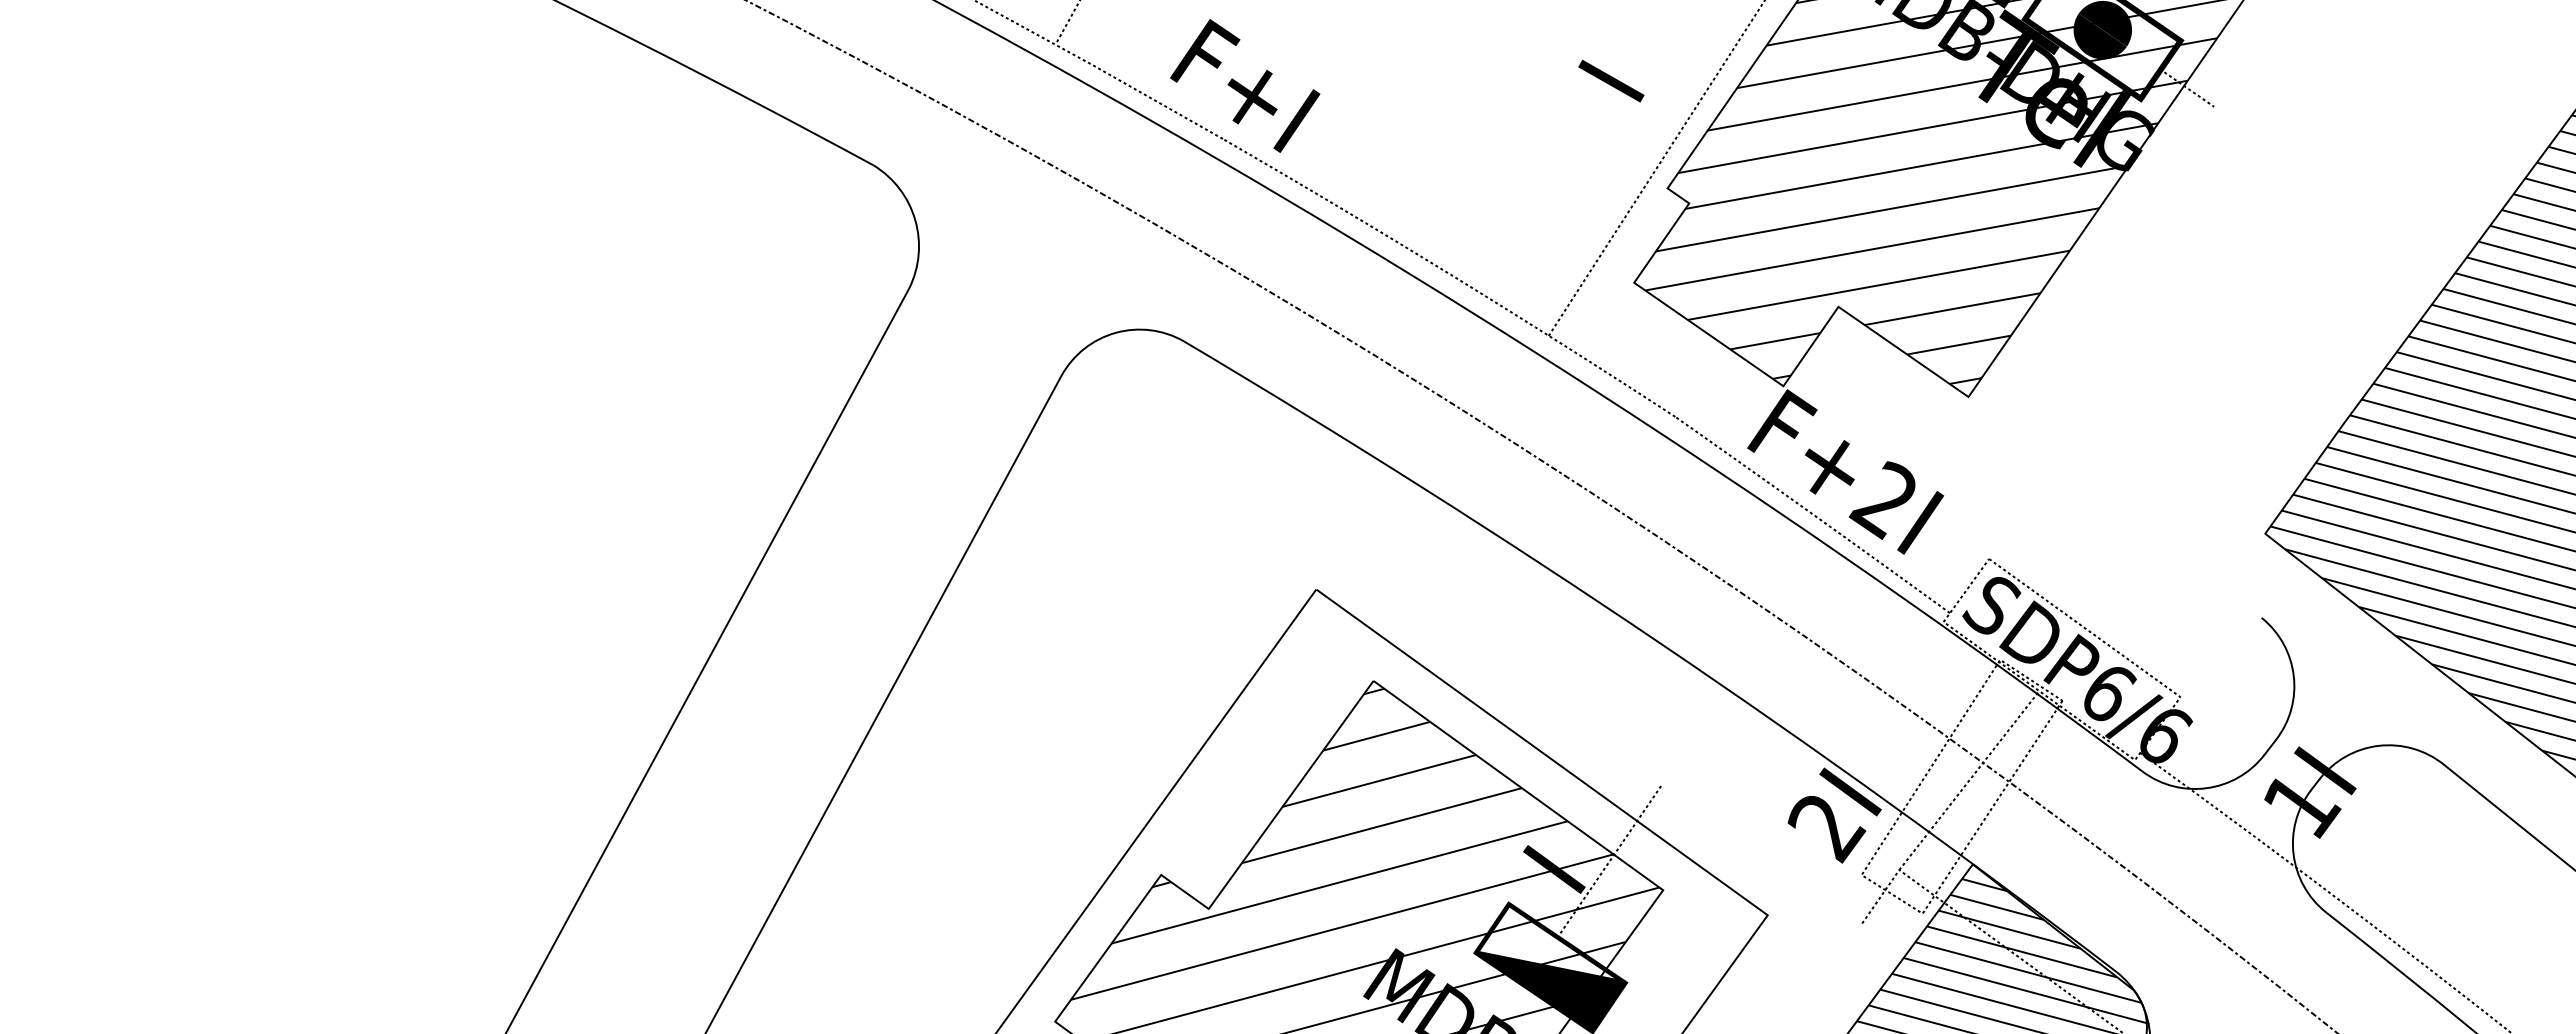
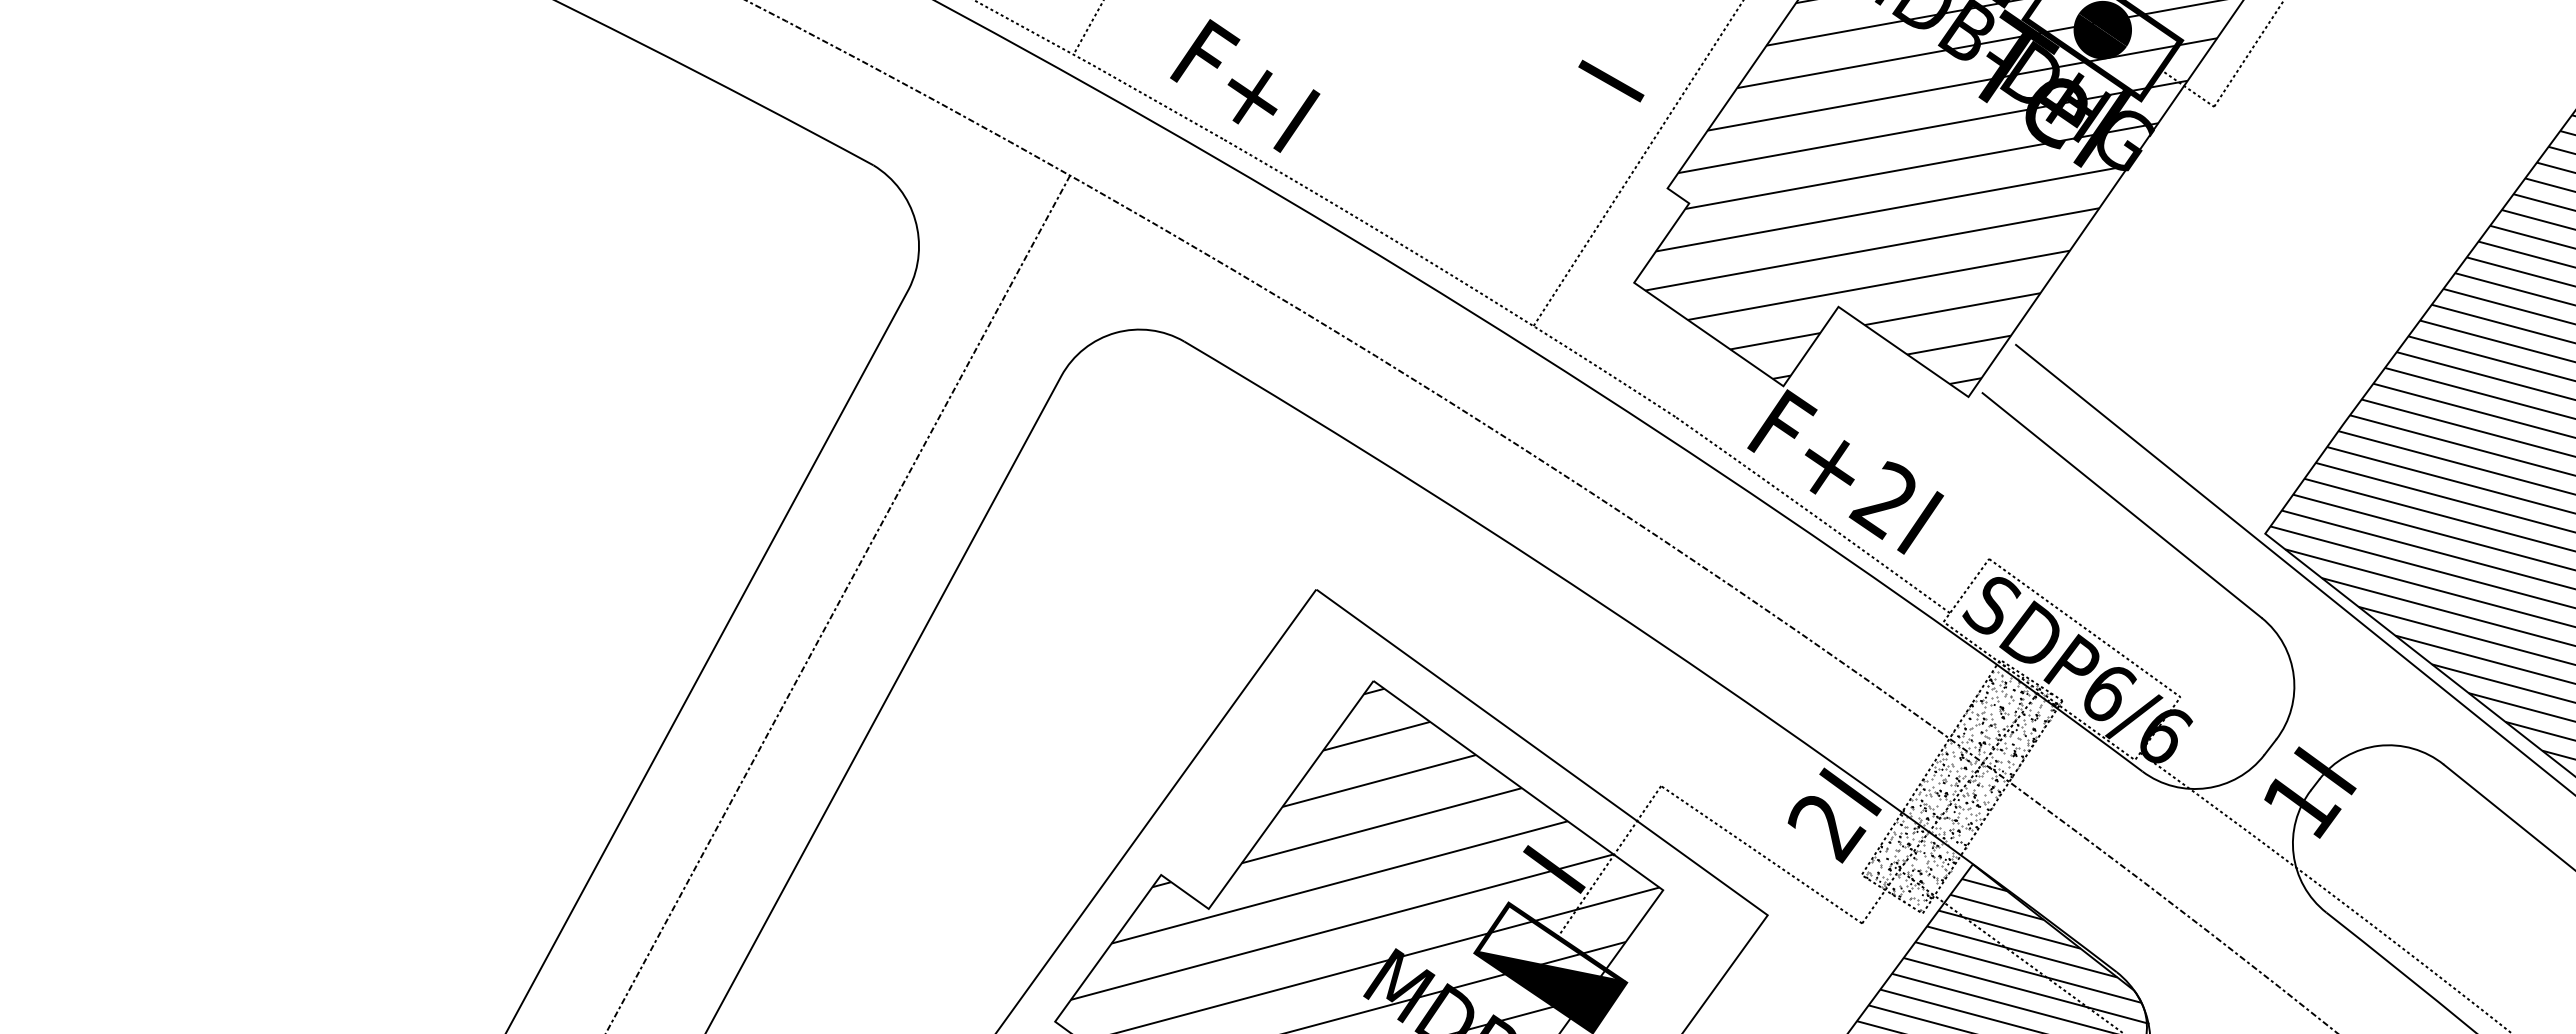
line at (1066, 23) position: (1066, 23) -> (1087, 28)
line at (2248, 54): none -> present
line at (1655, 169) position: (1655, 169) -> (1637, 164)
line at (2121, 505): none -> present
line at (2294, 568): none -> present
line at (838, 602): none -> present
hatch at (1962, 787): none -> present
line at (1761, 854): none -> present
